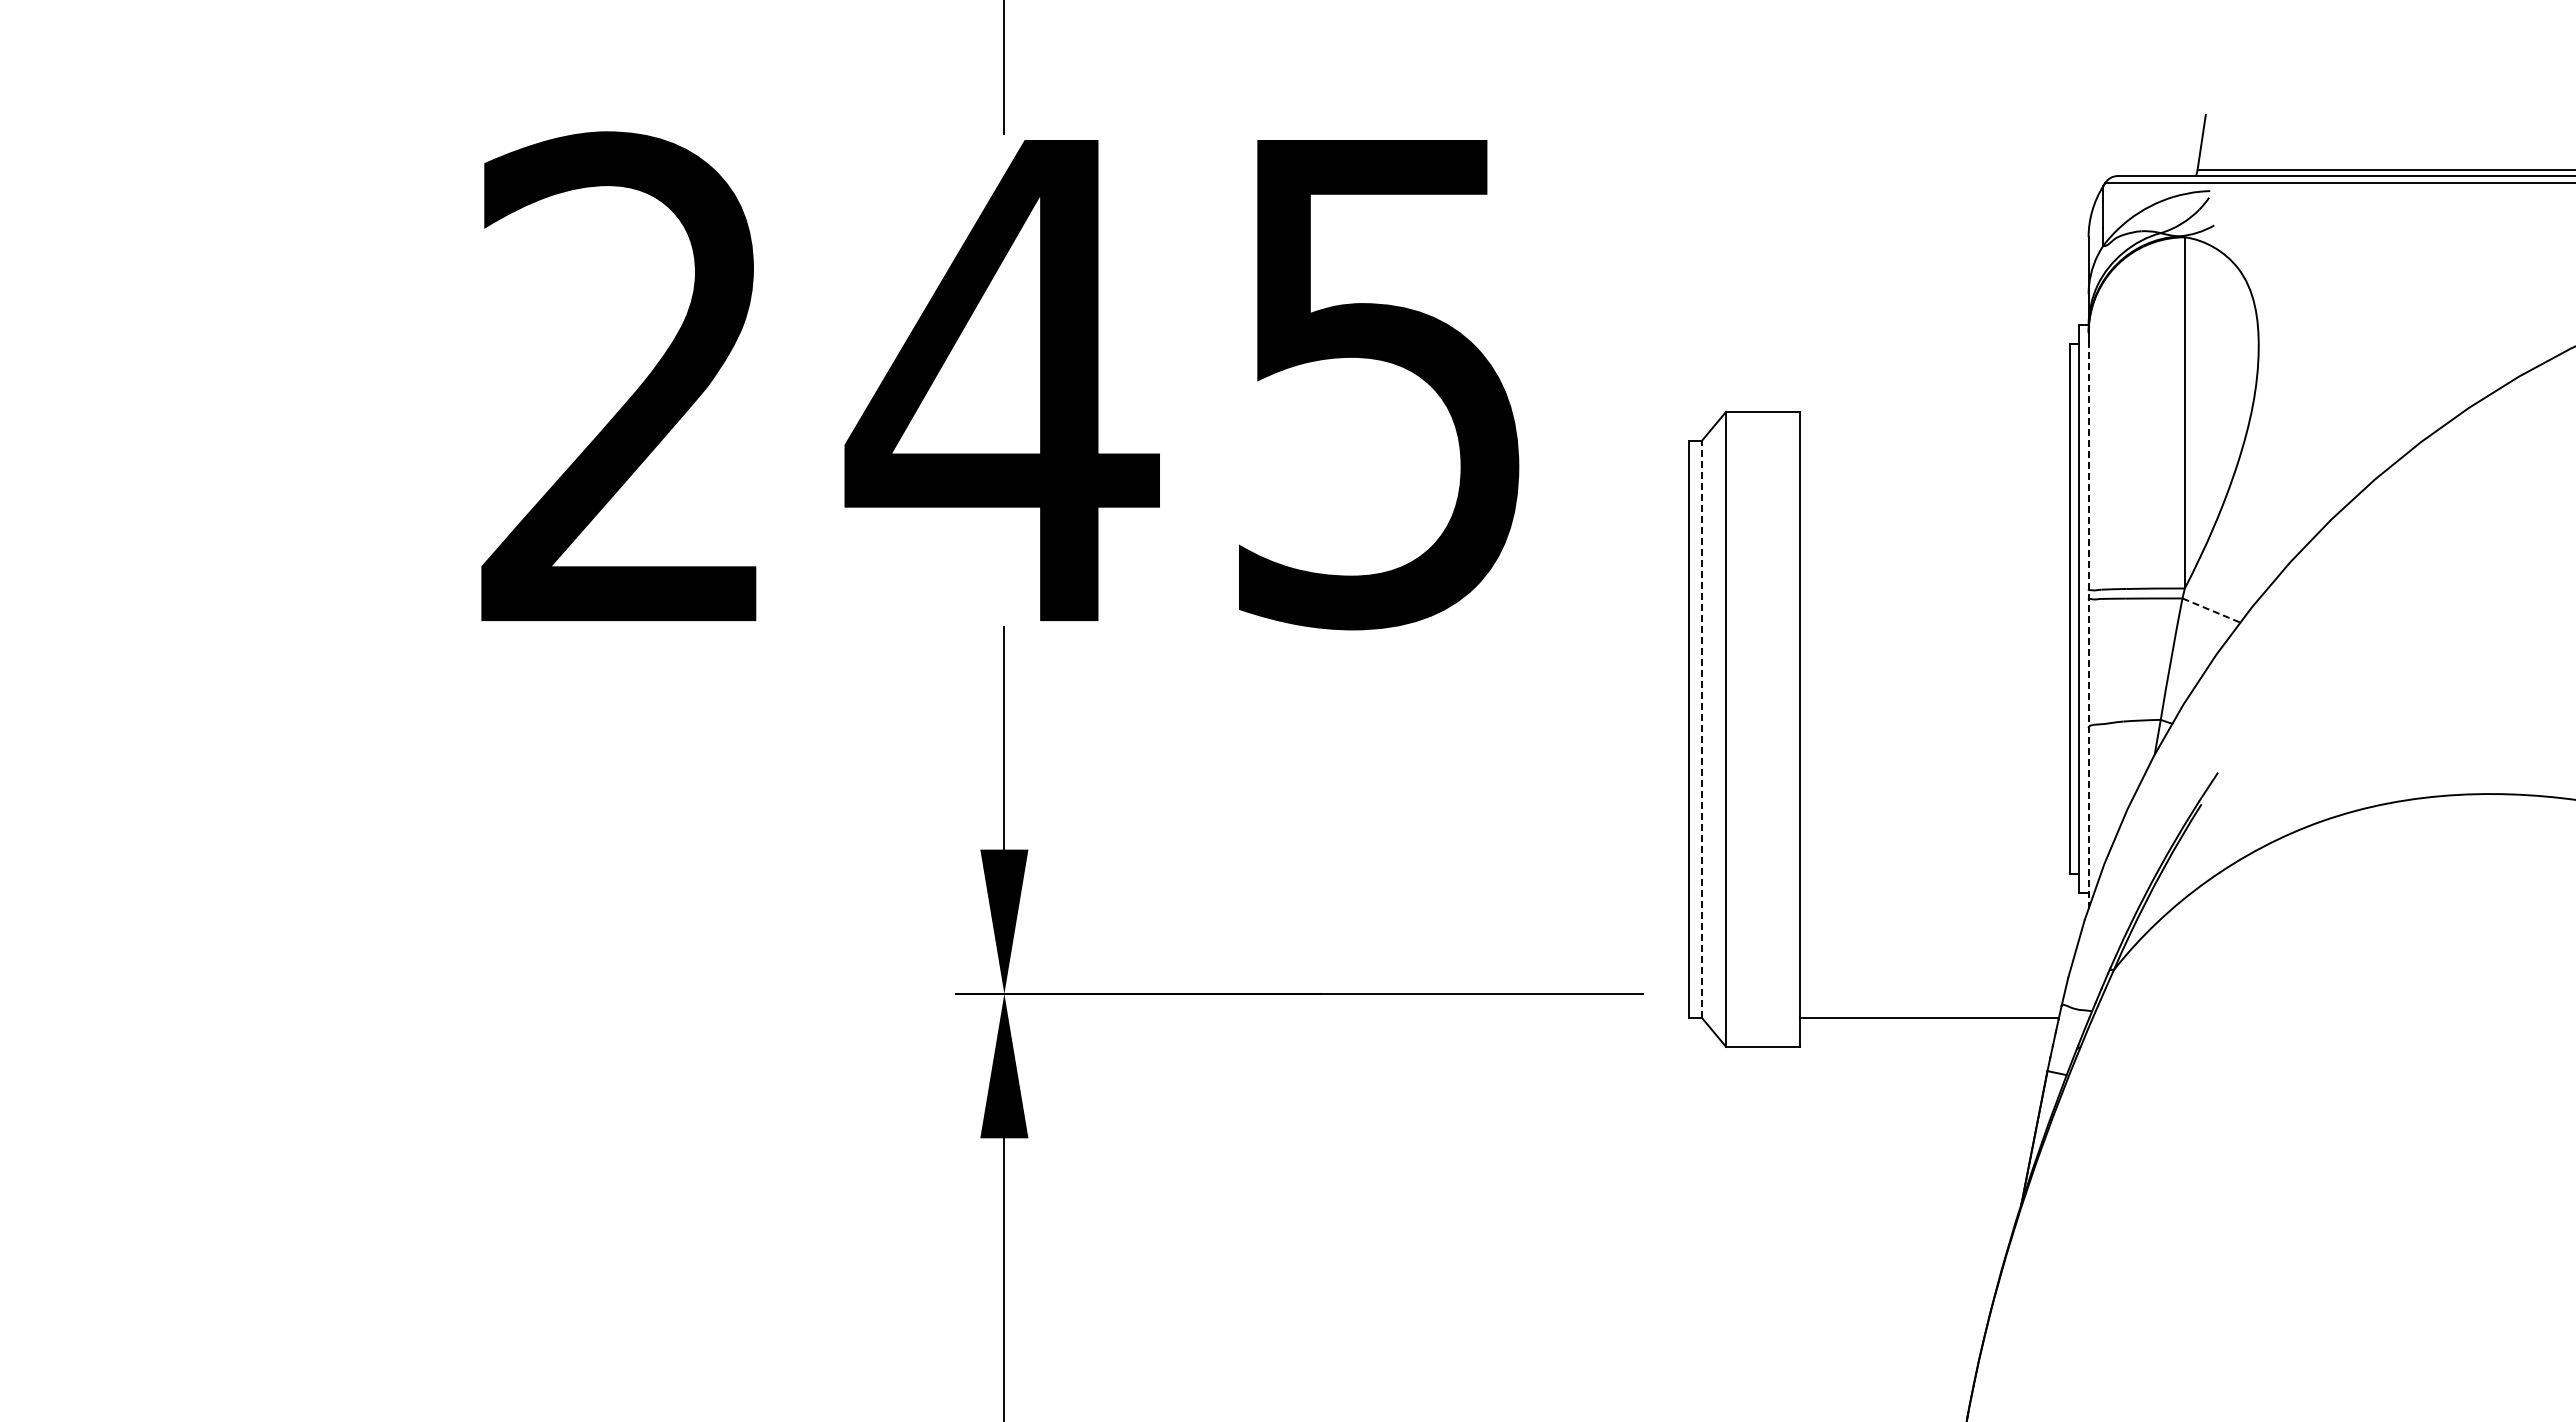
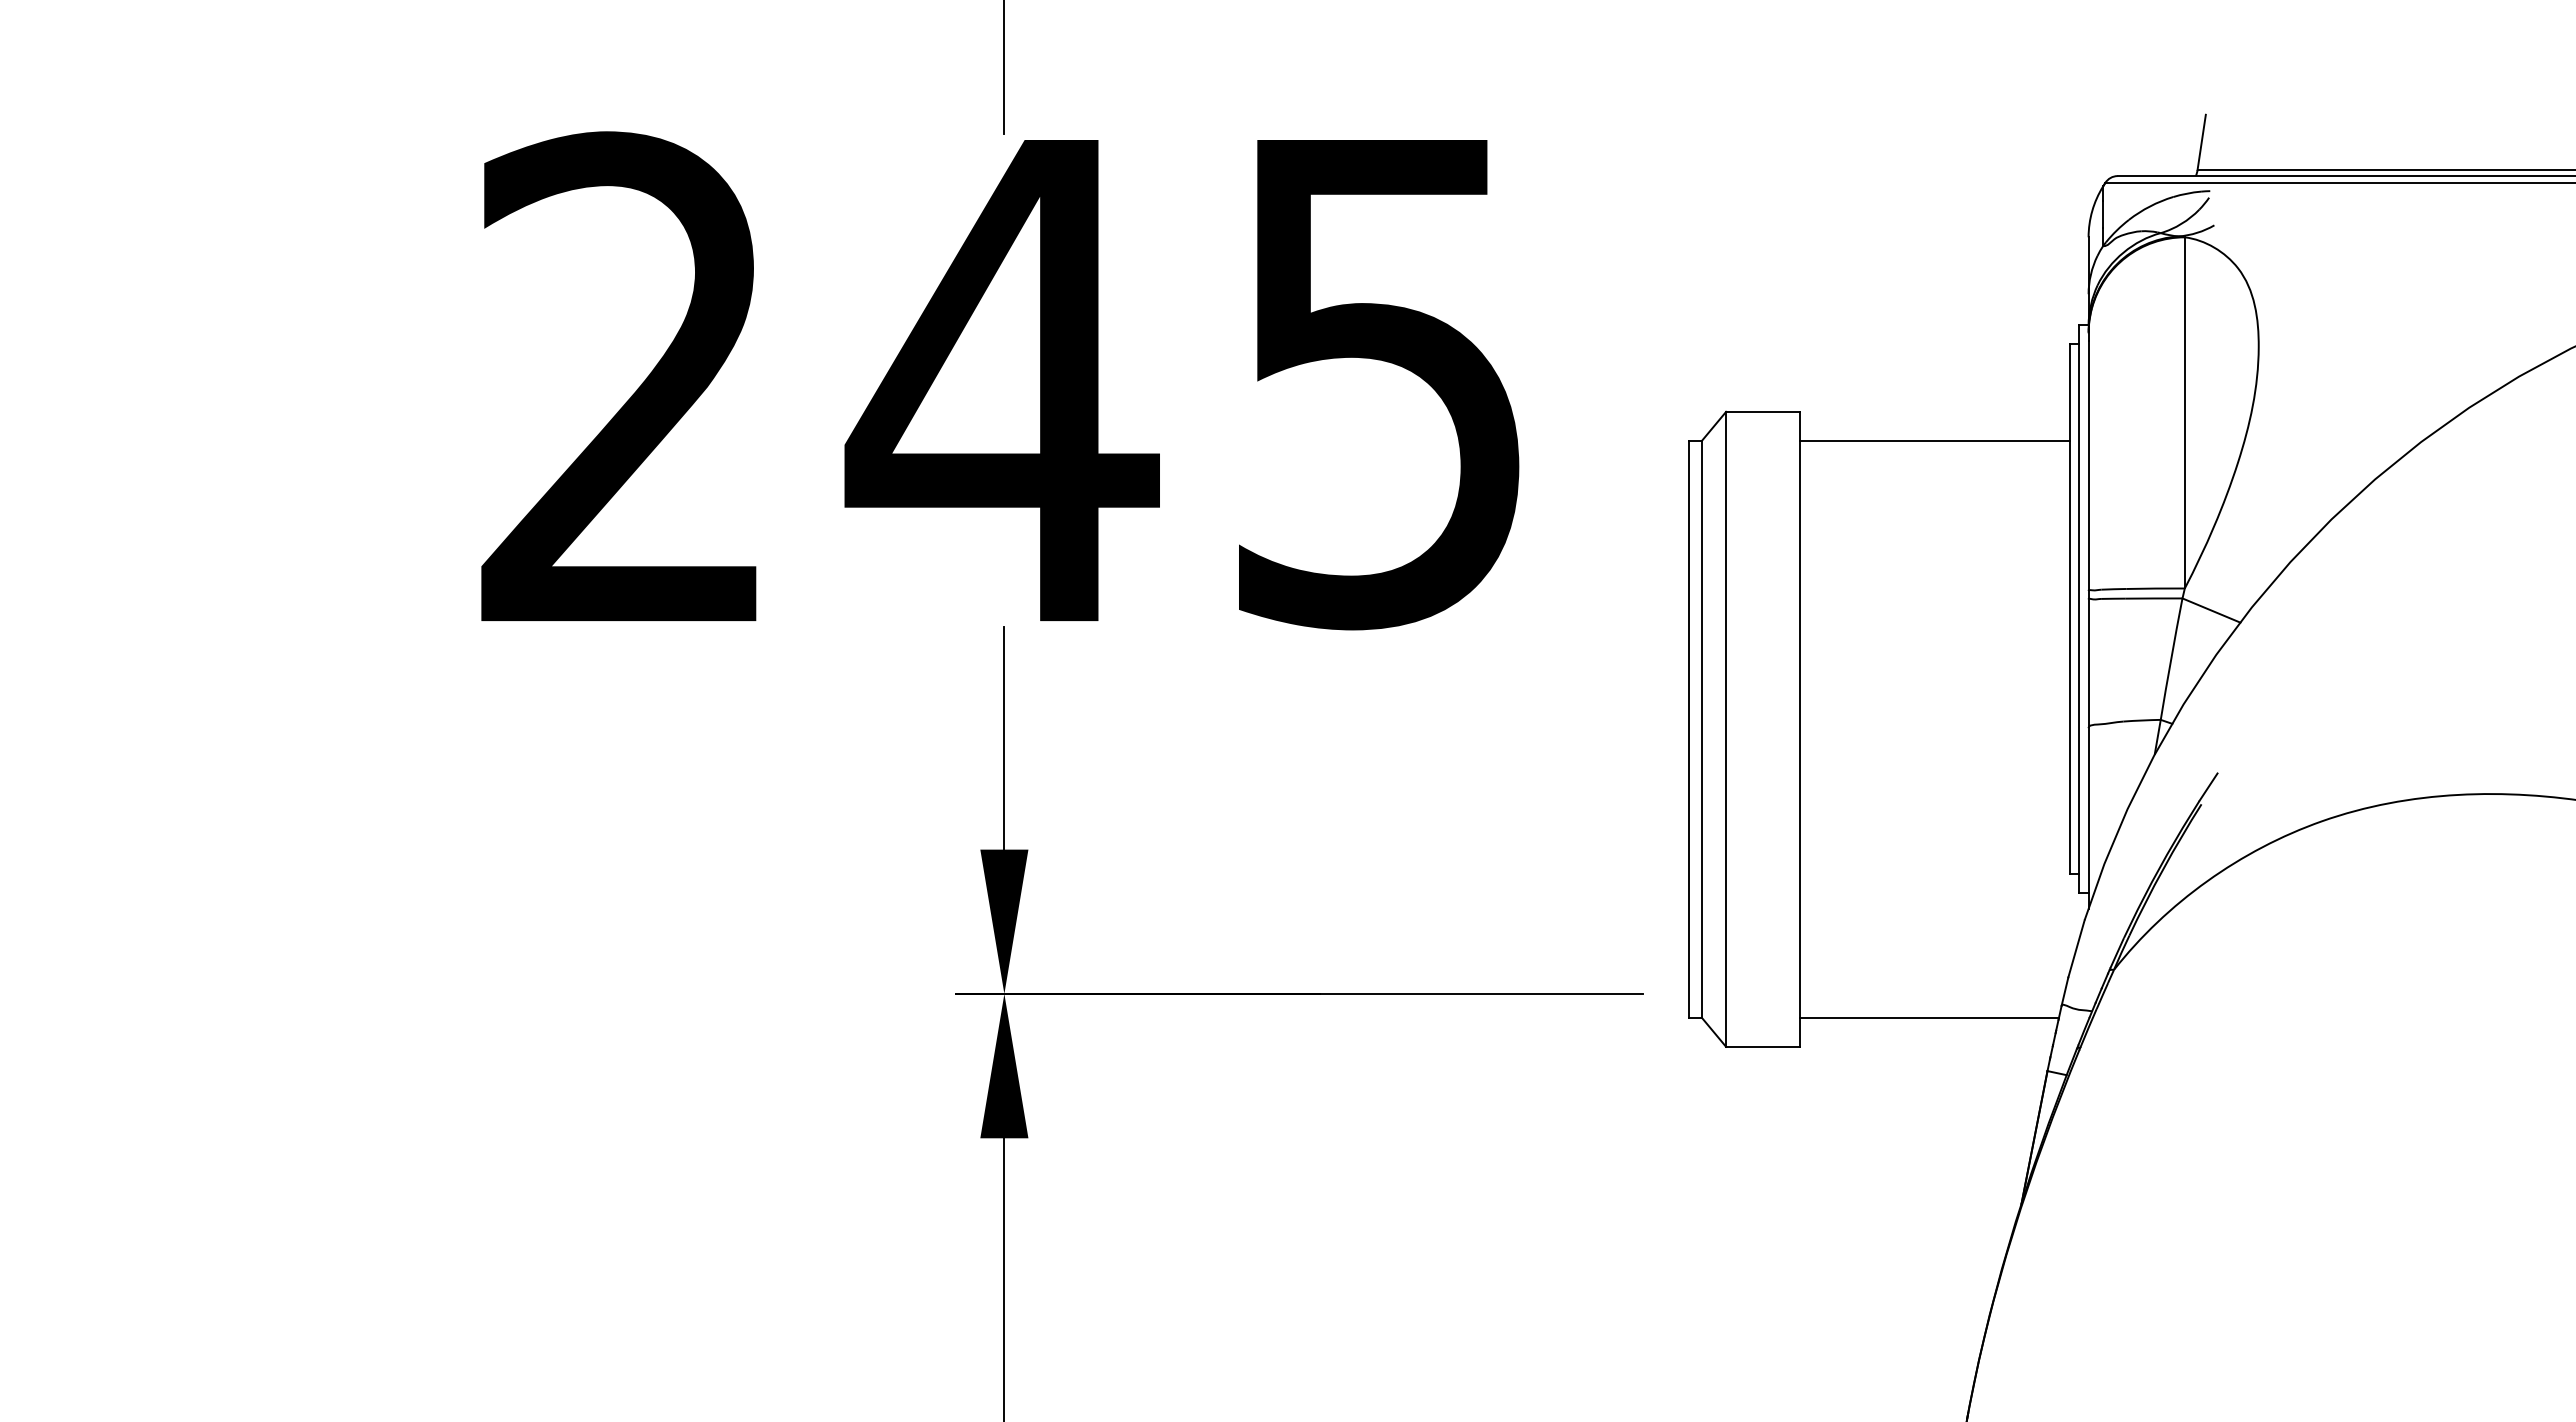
line at (1934, 440): none -> present
line at (2211, 610): dashed -> solid
line at (2088, 625): dashed -> solid
line at (1702, 729): dashed -> solid
